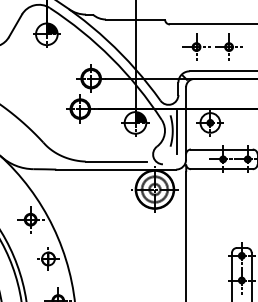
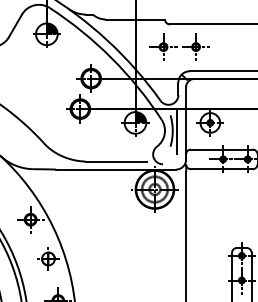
part at (212, 46) position: (212, 46) -> (179, 46)
